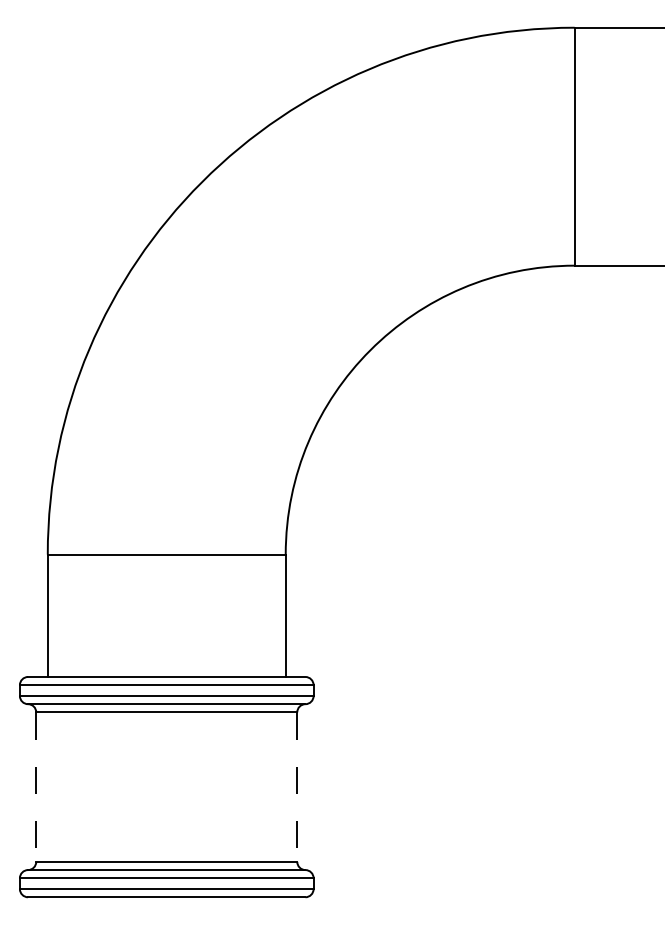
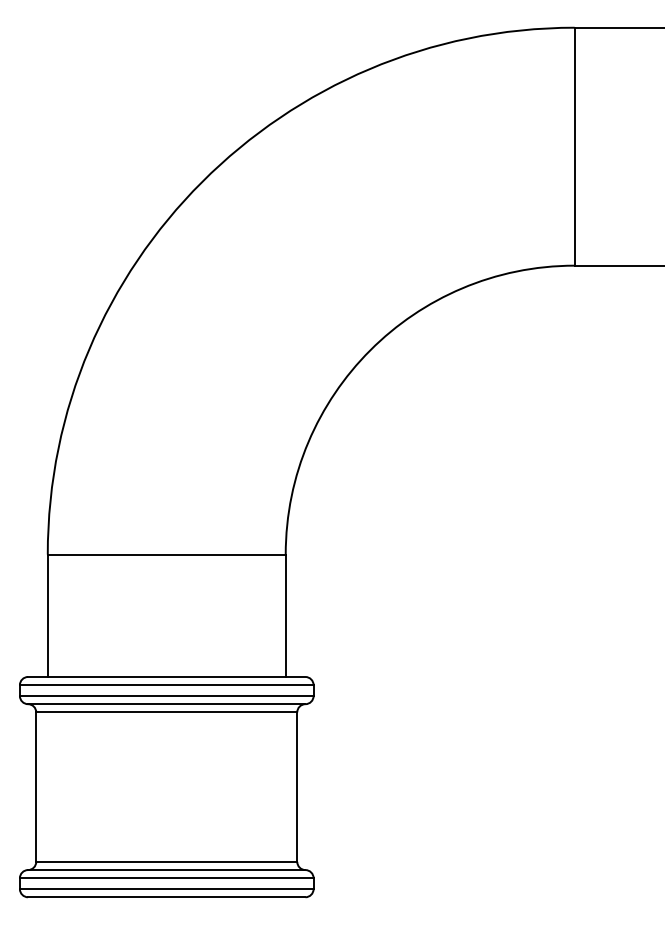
line at (36, 787): dashed -> solid
line at (297, 787): dashed -> solid
